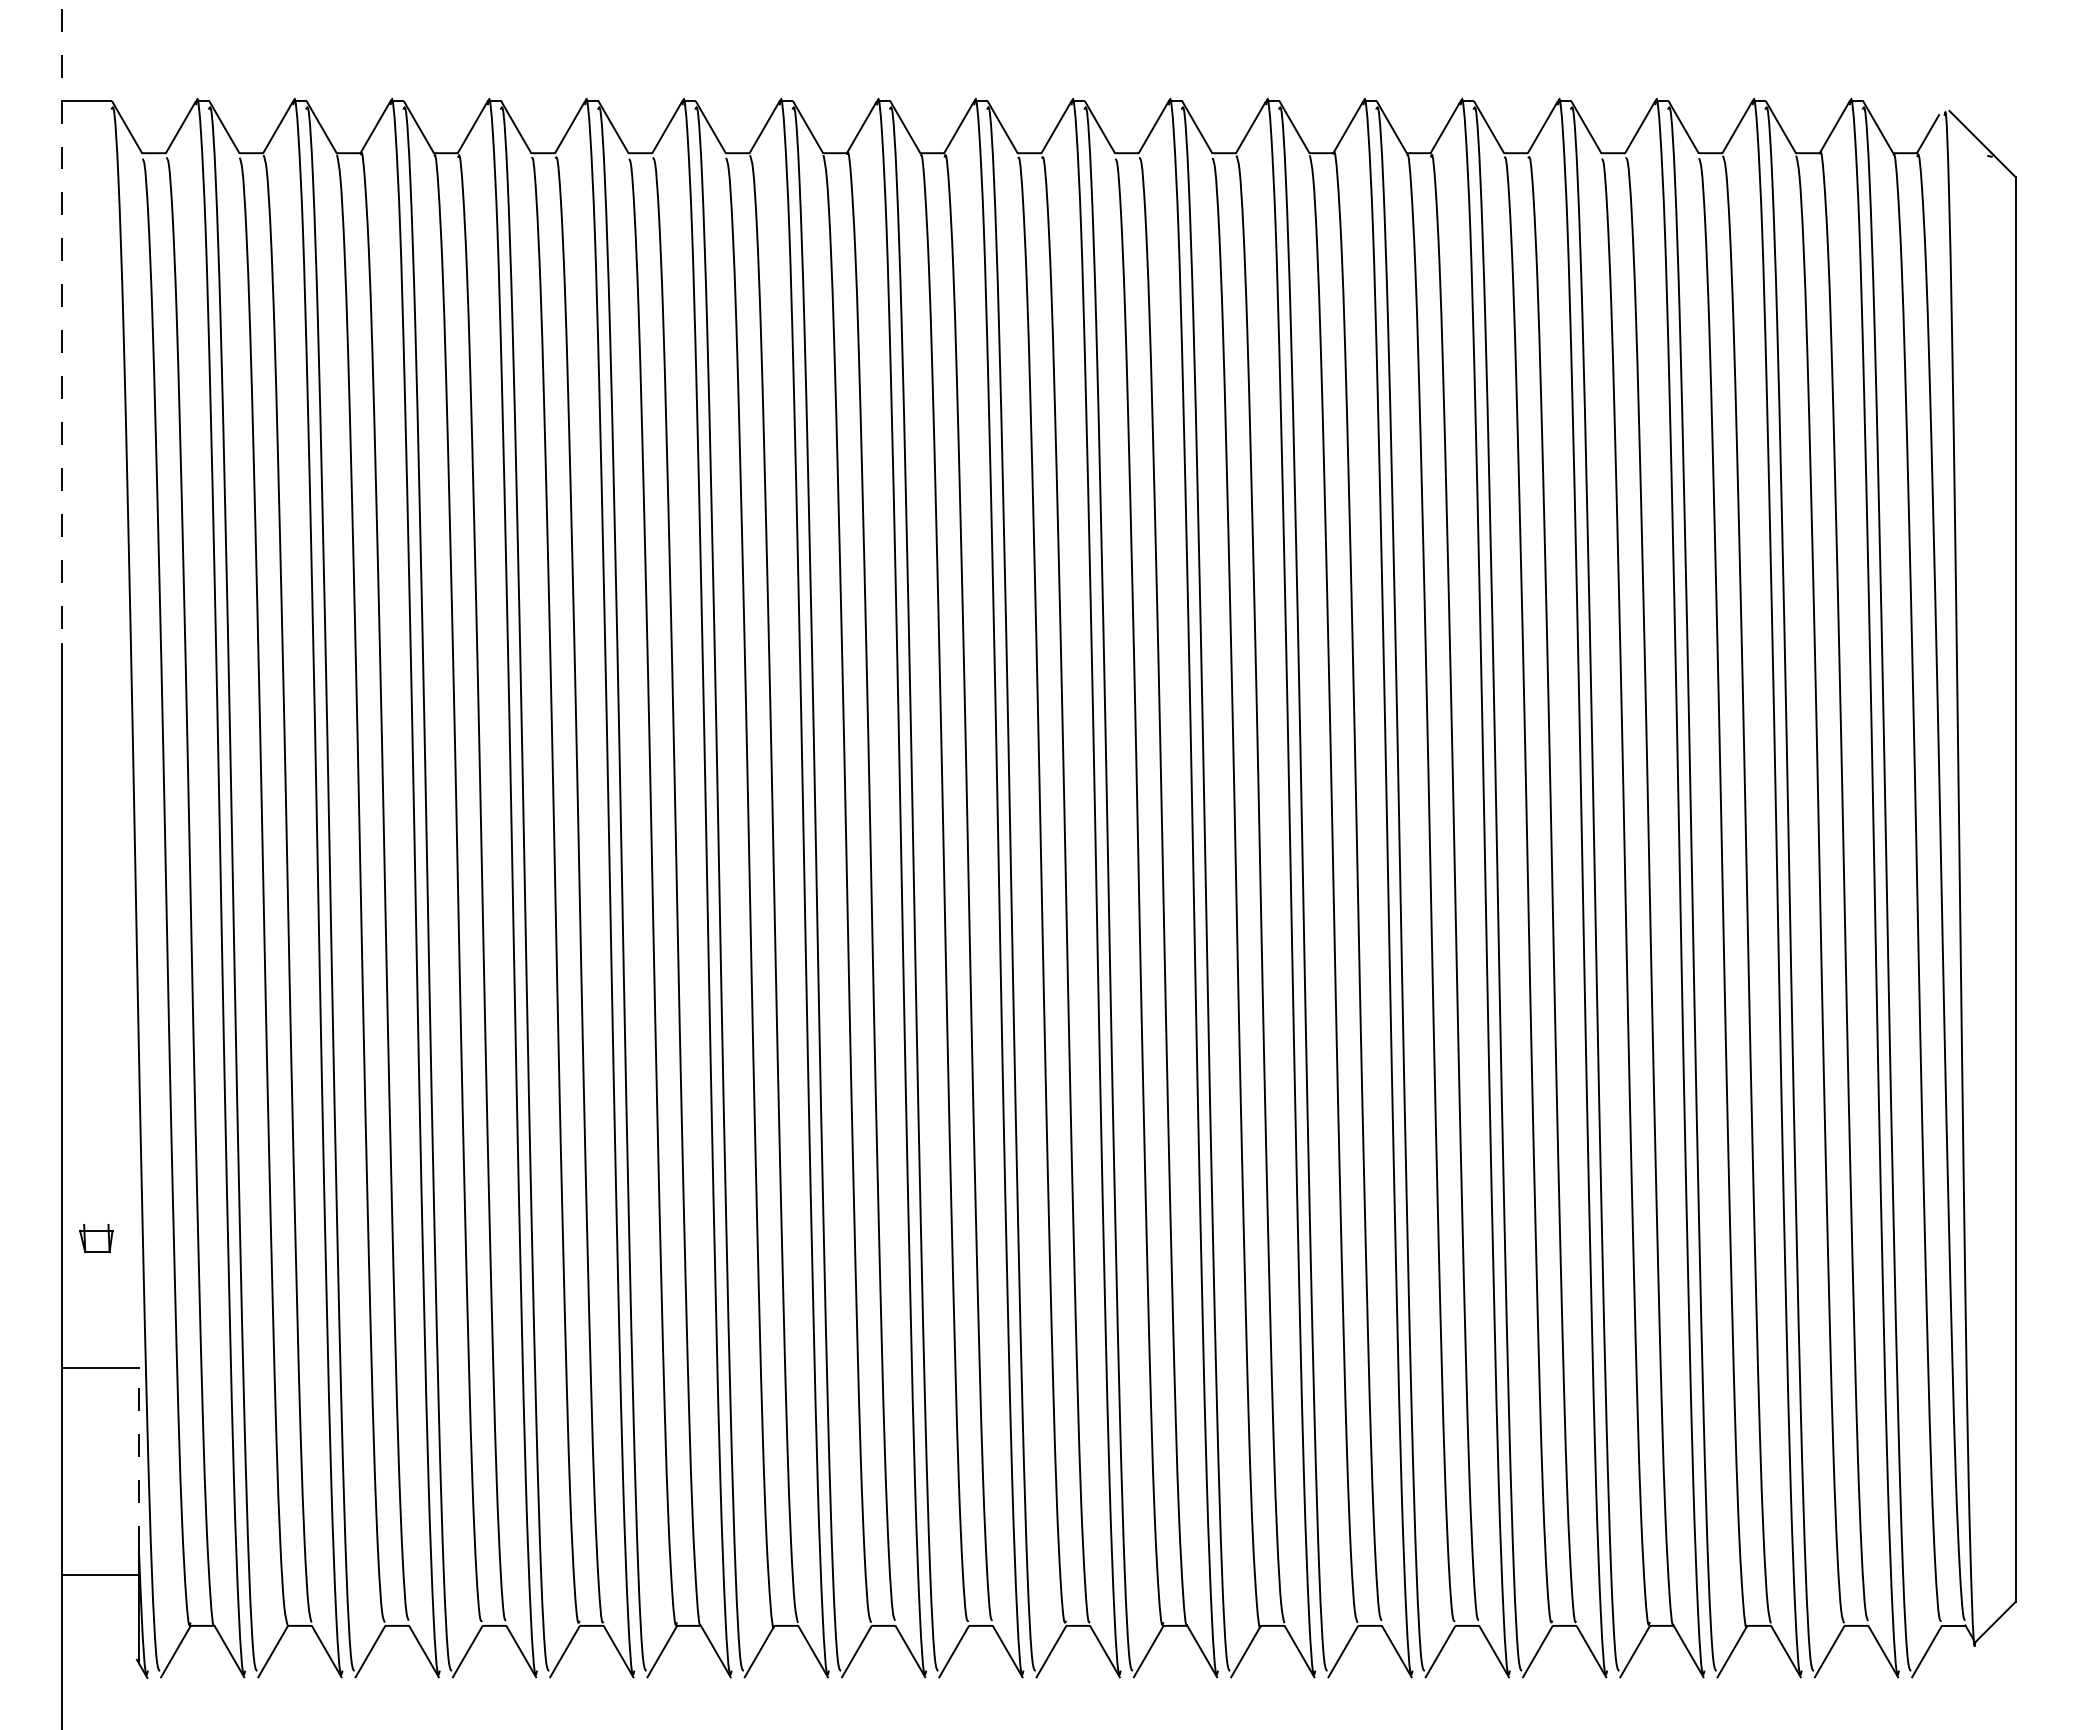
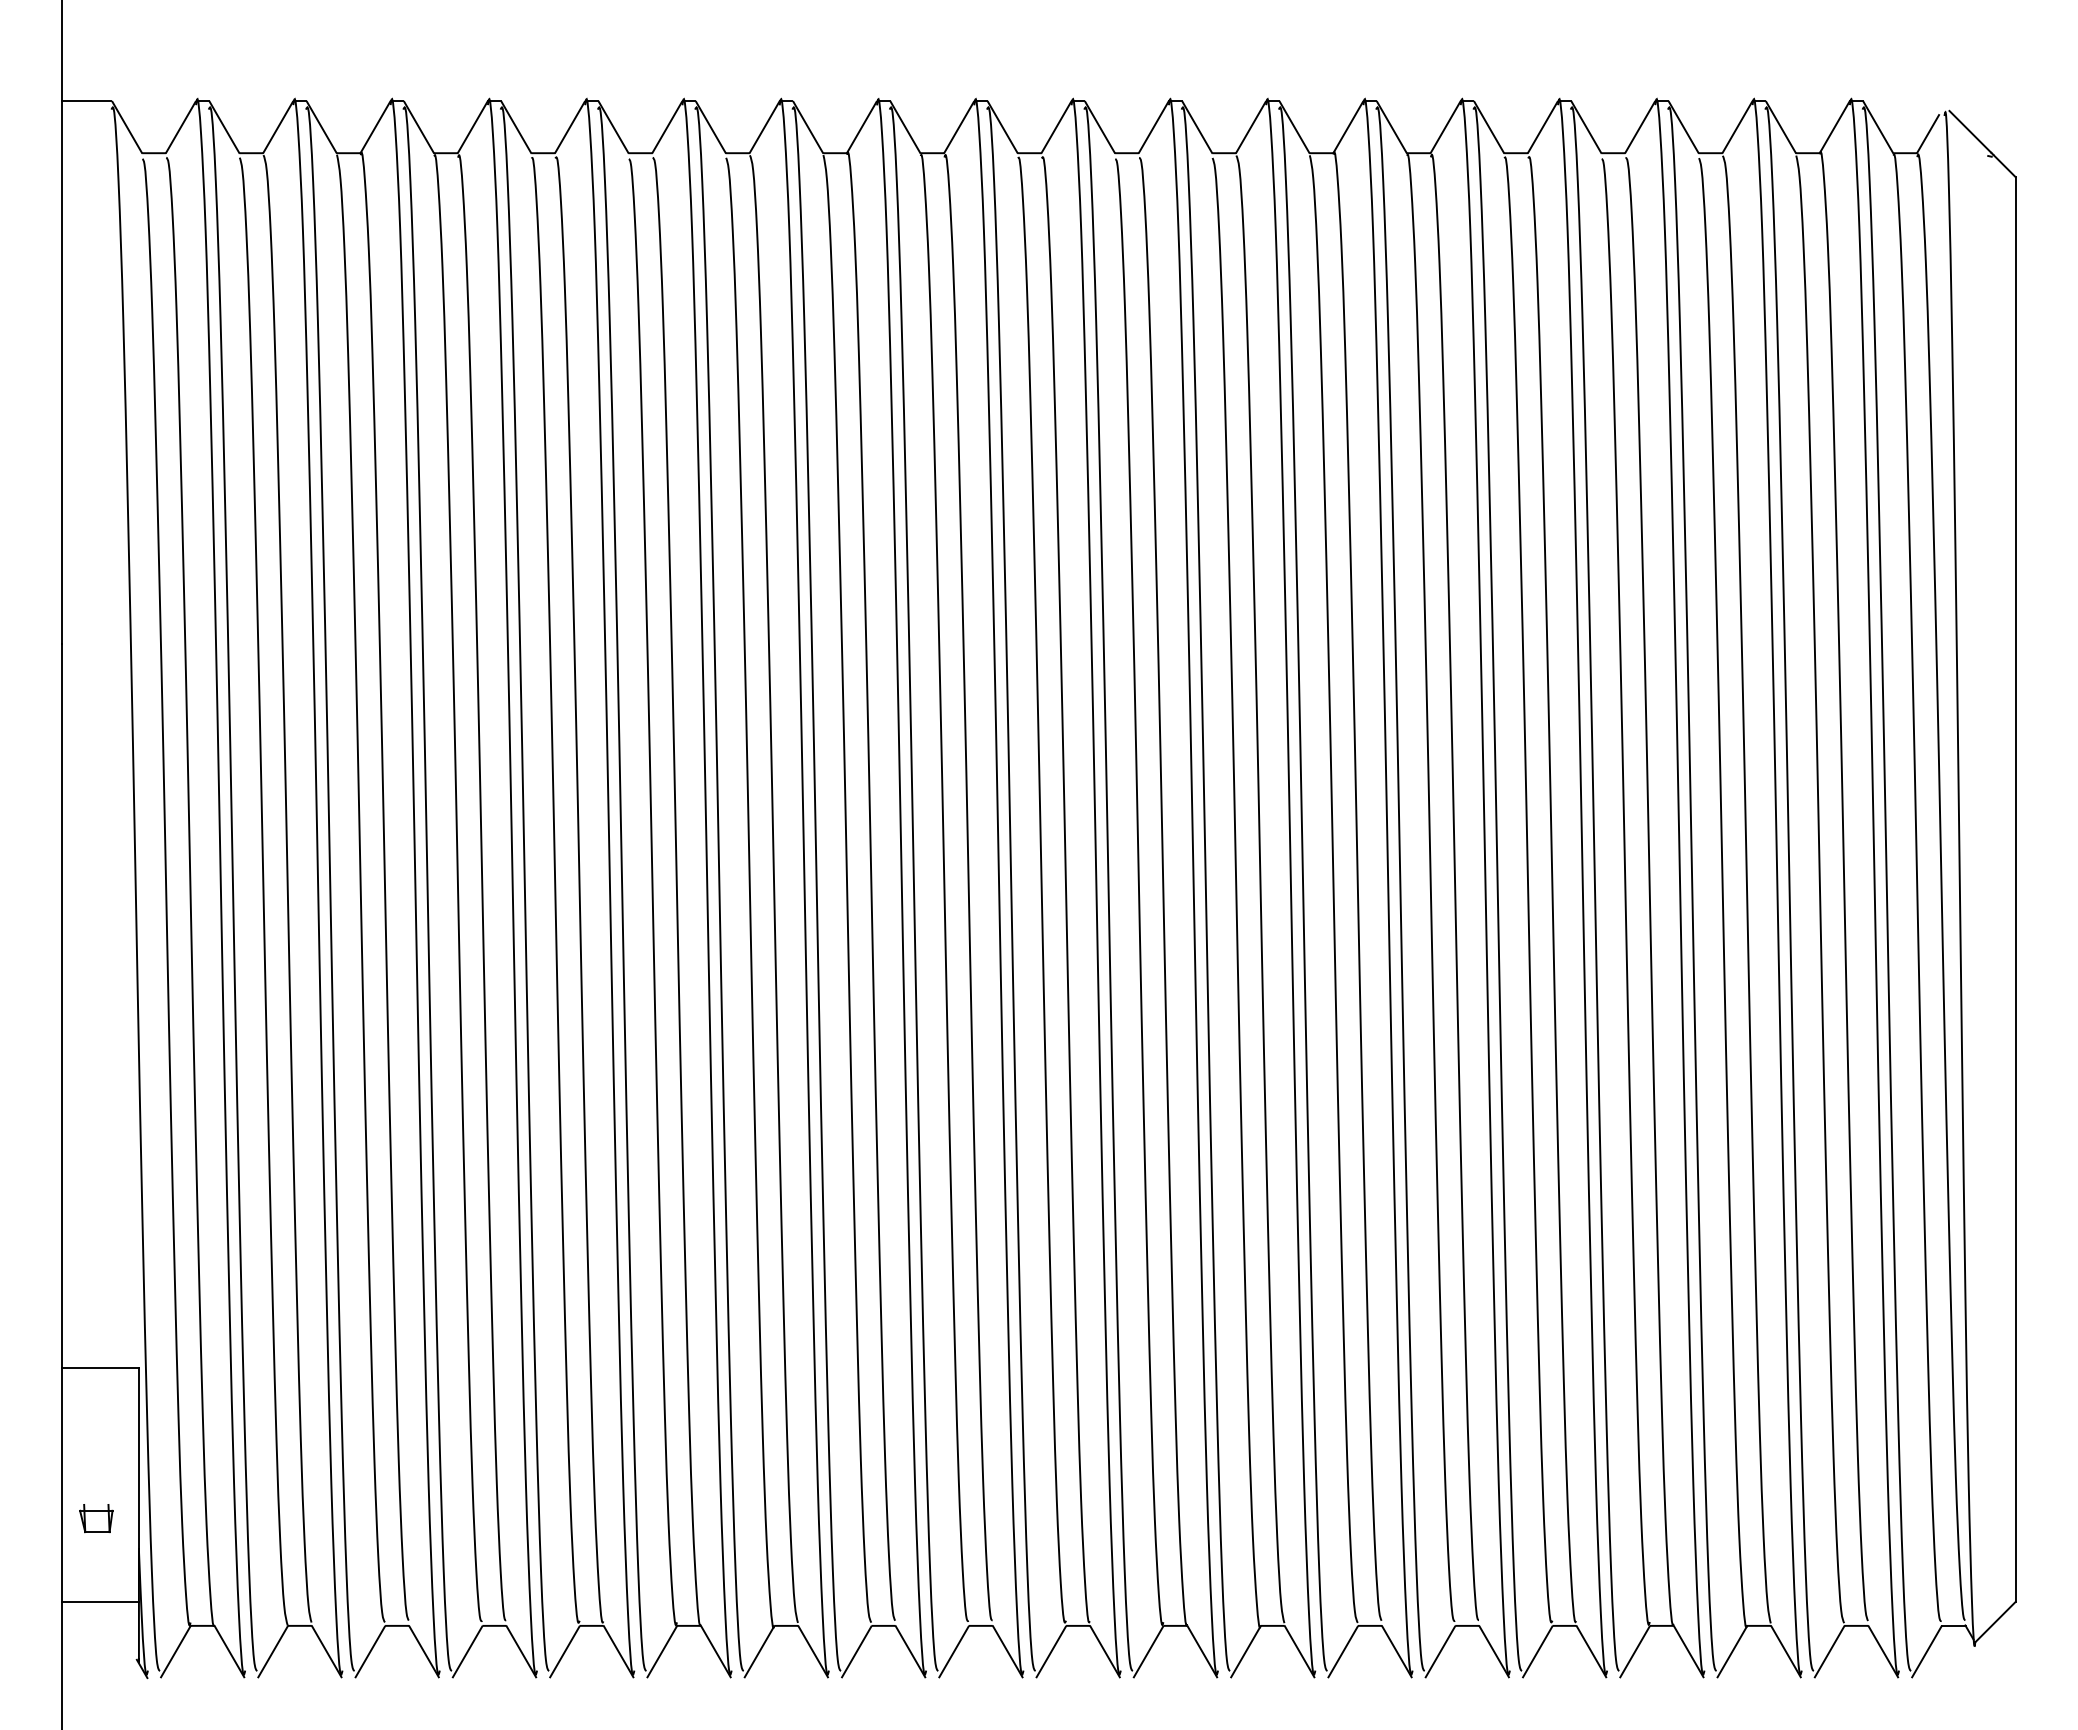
line at (62, 322): dashed -> solid
part at (96, 1238) position: (96, 1238) -> (96, 1518)
line at (138, 1458): dashed -> solid
line at (100, 1575) position: (100, 1575) -> (100, 1602)
